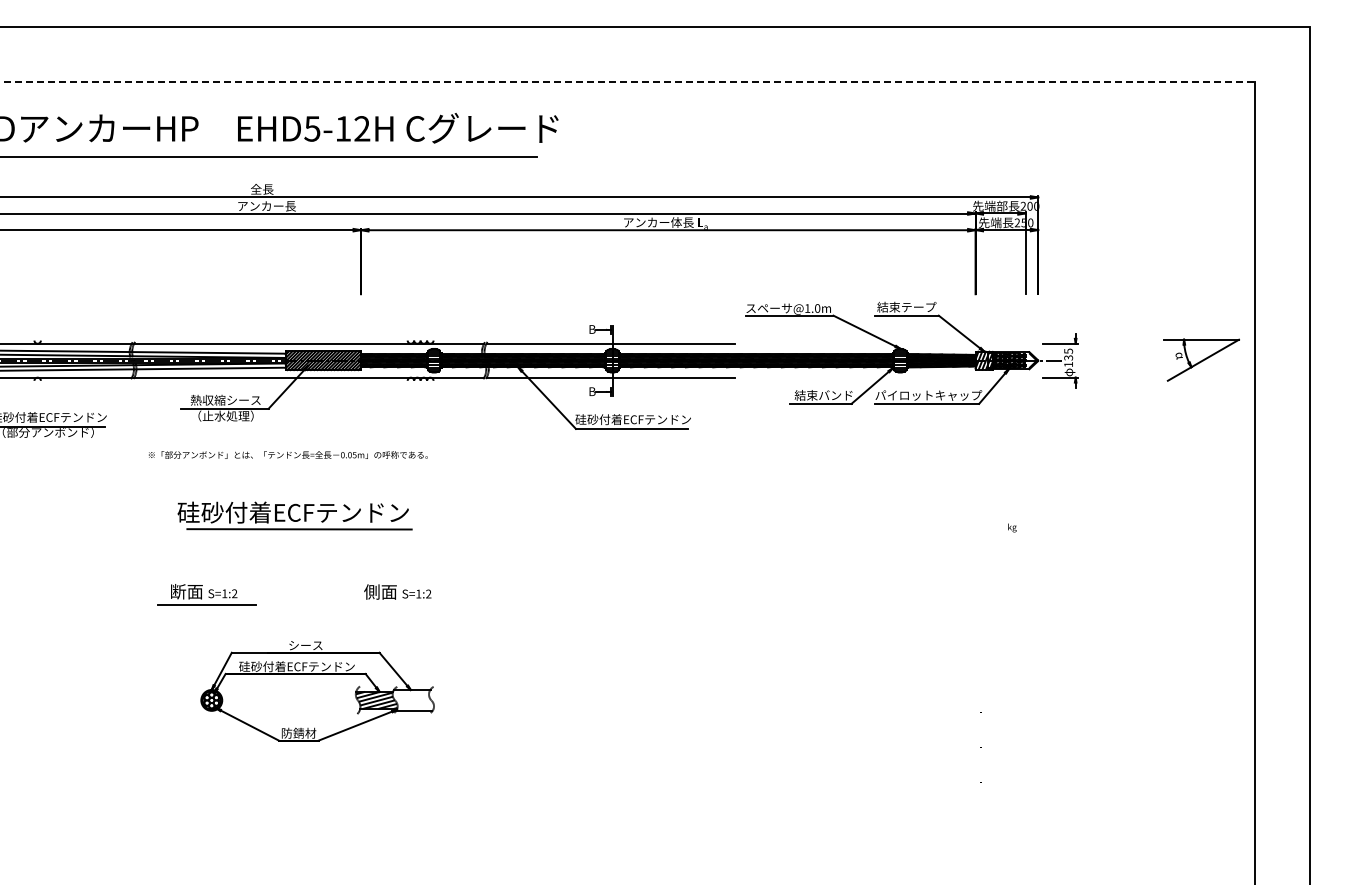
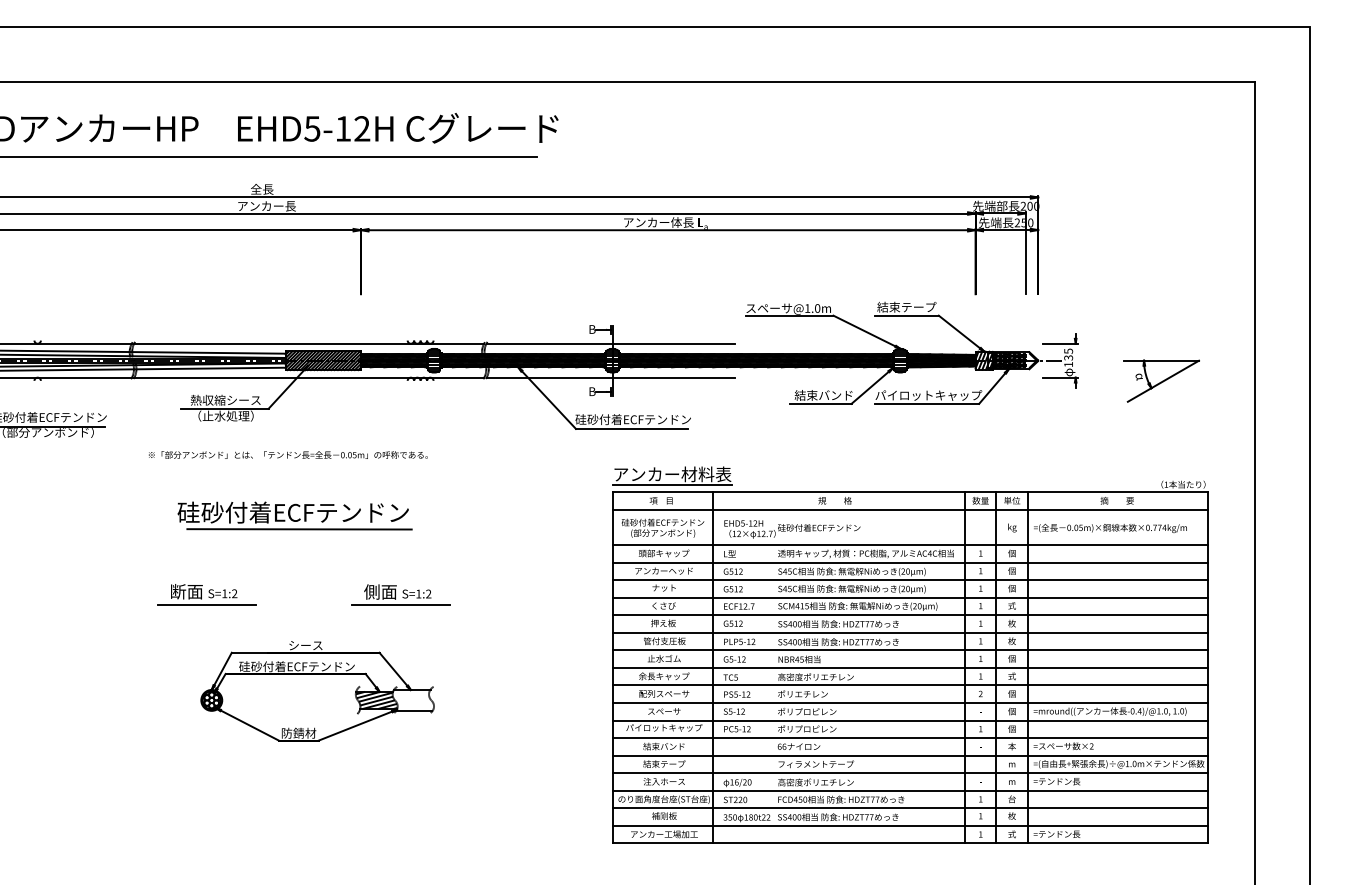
line at (628, 81): dashed -> solid
part at (1201, 359) position: (1201, 359) -> (1161, 380)
line at (400, 604): none -> present
part at (910, 654): none -> present
